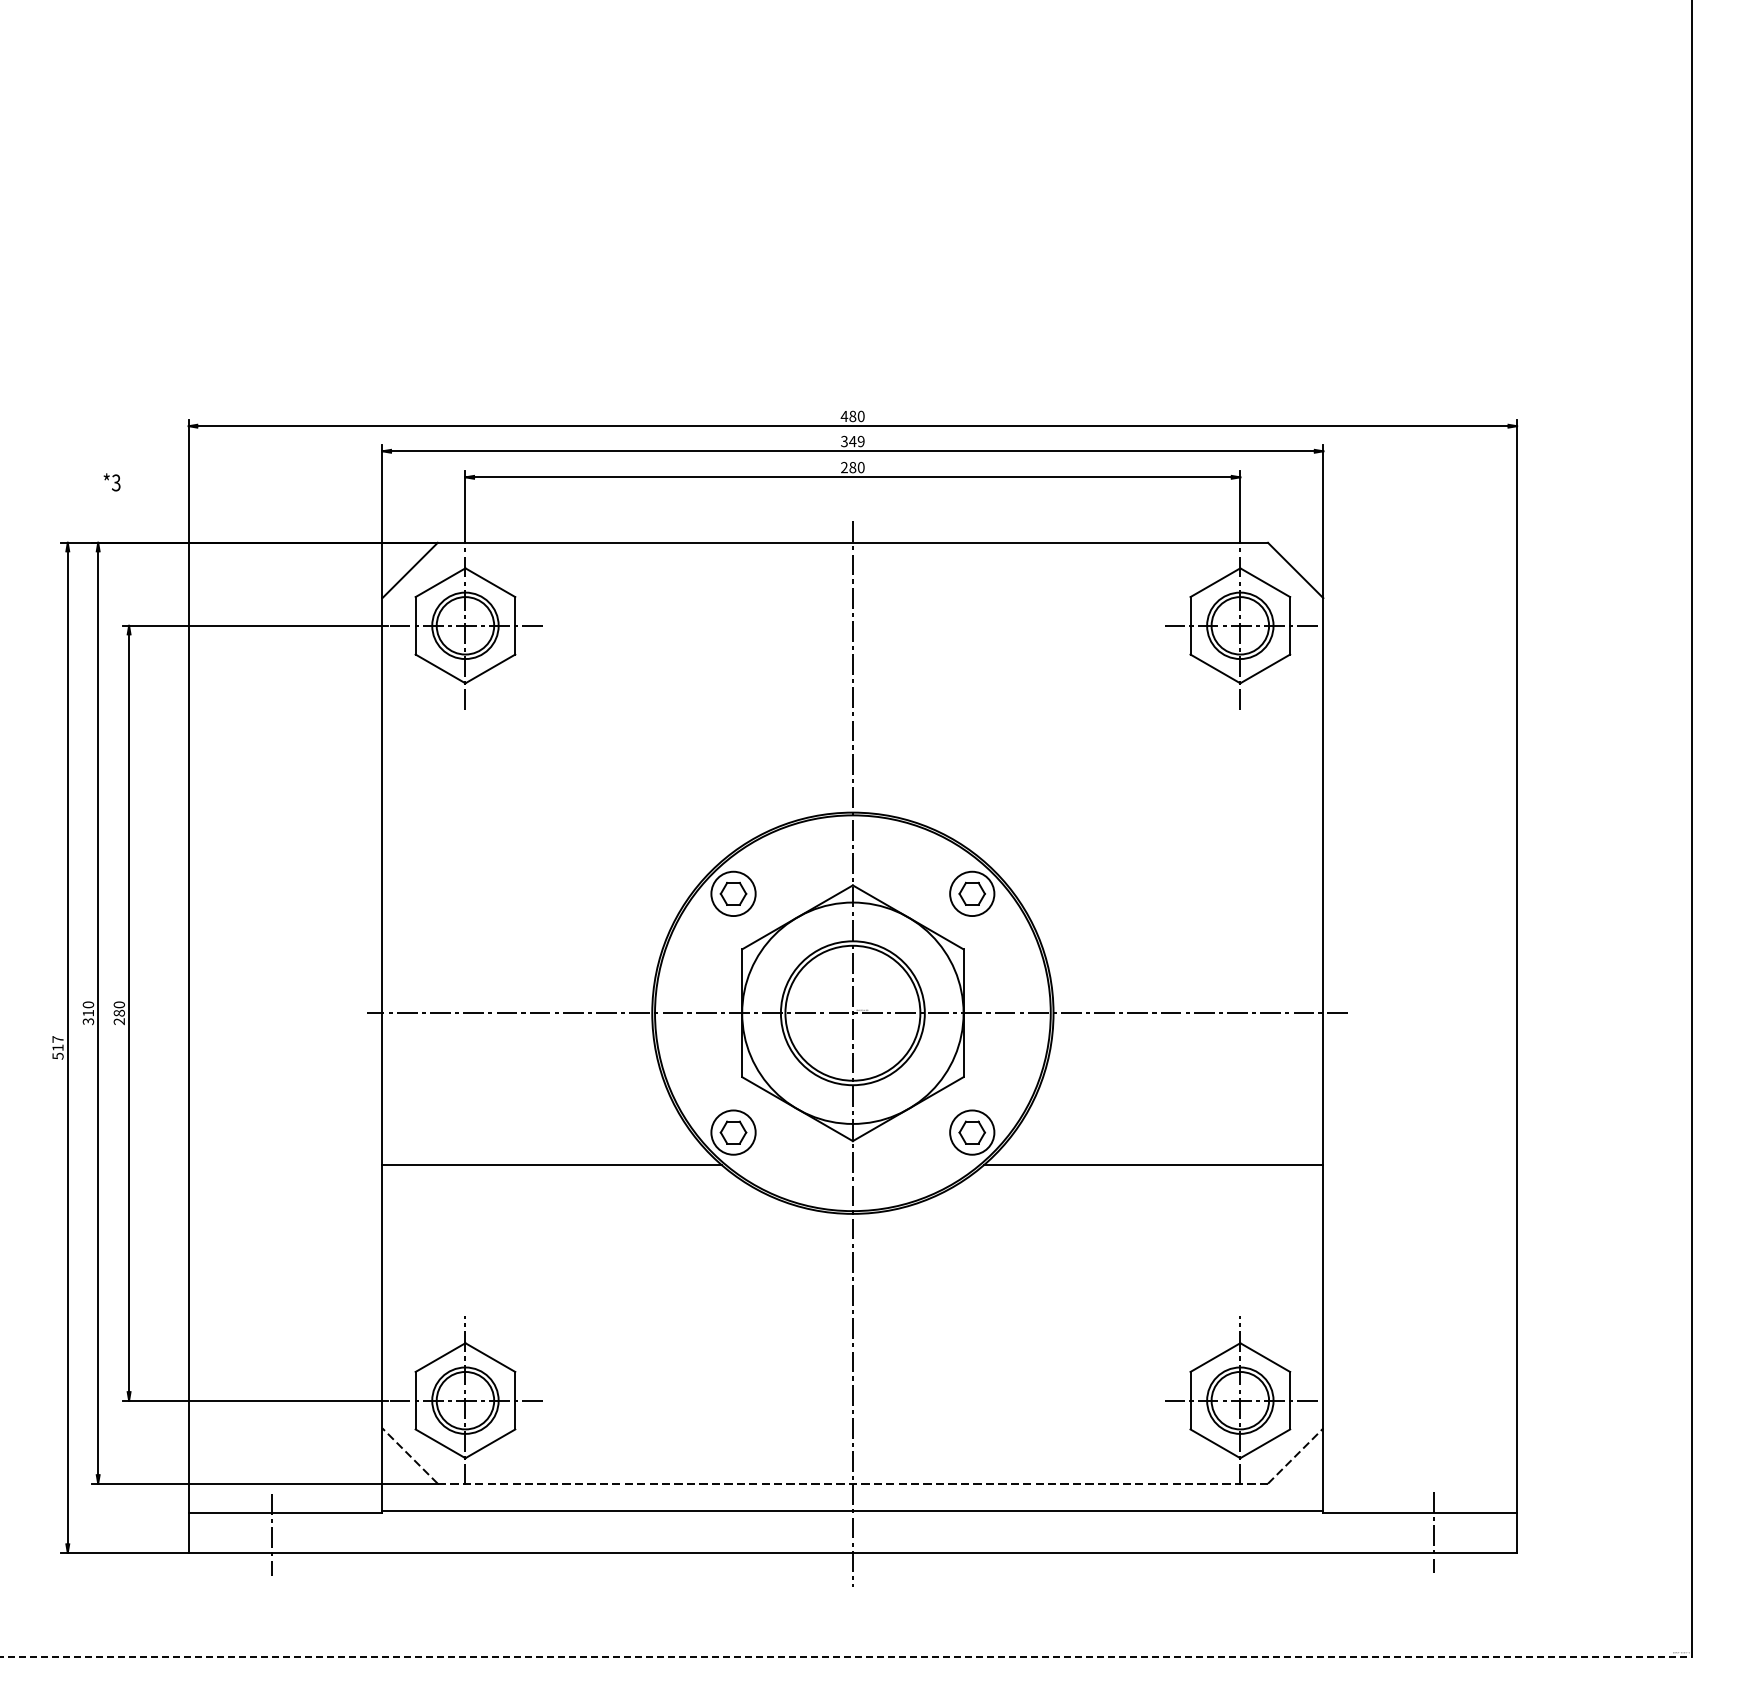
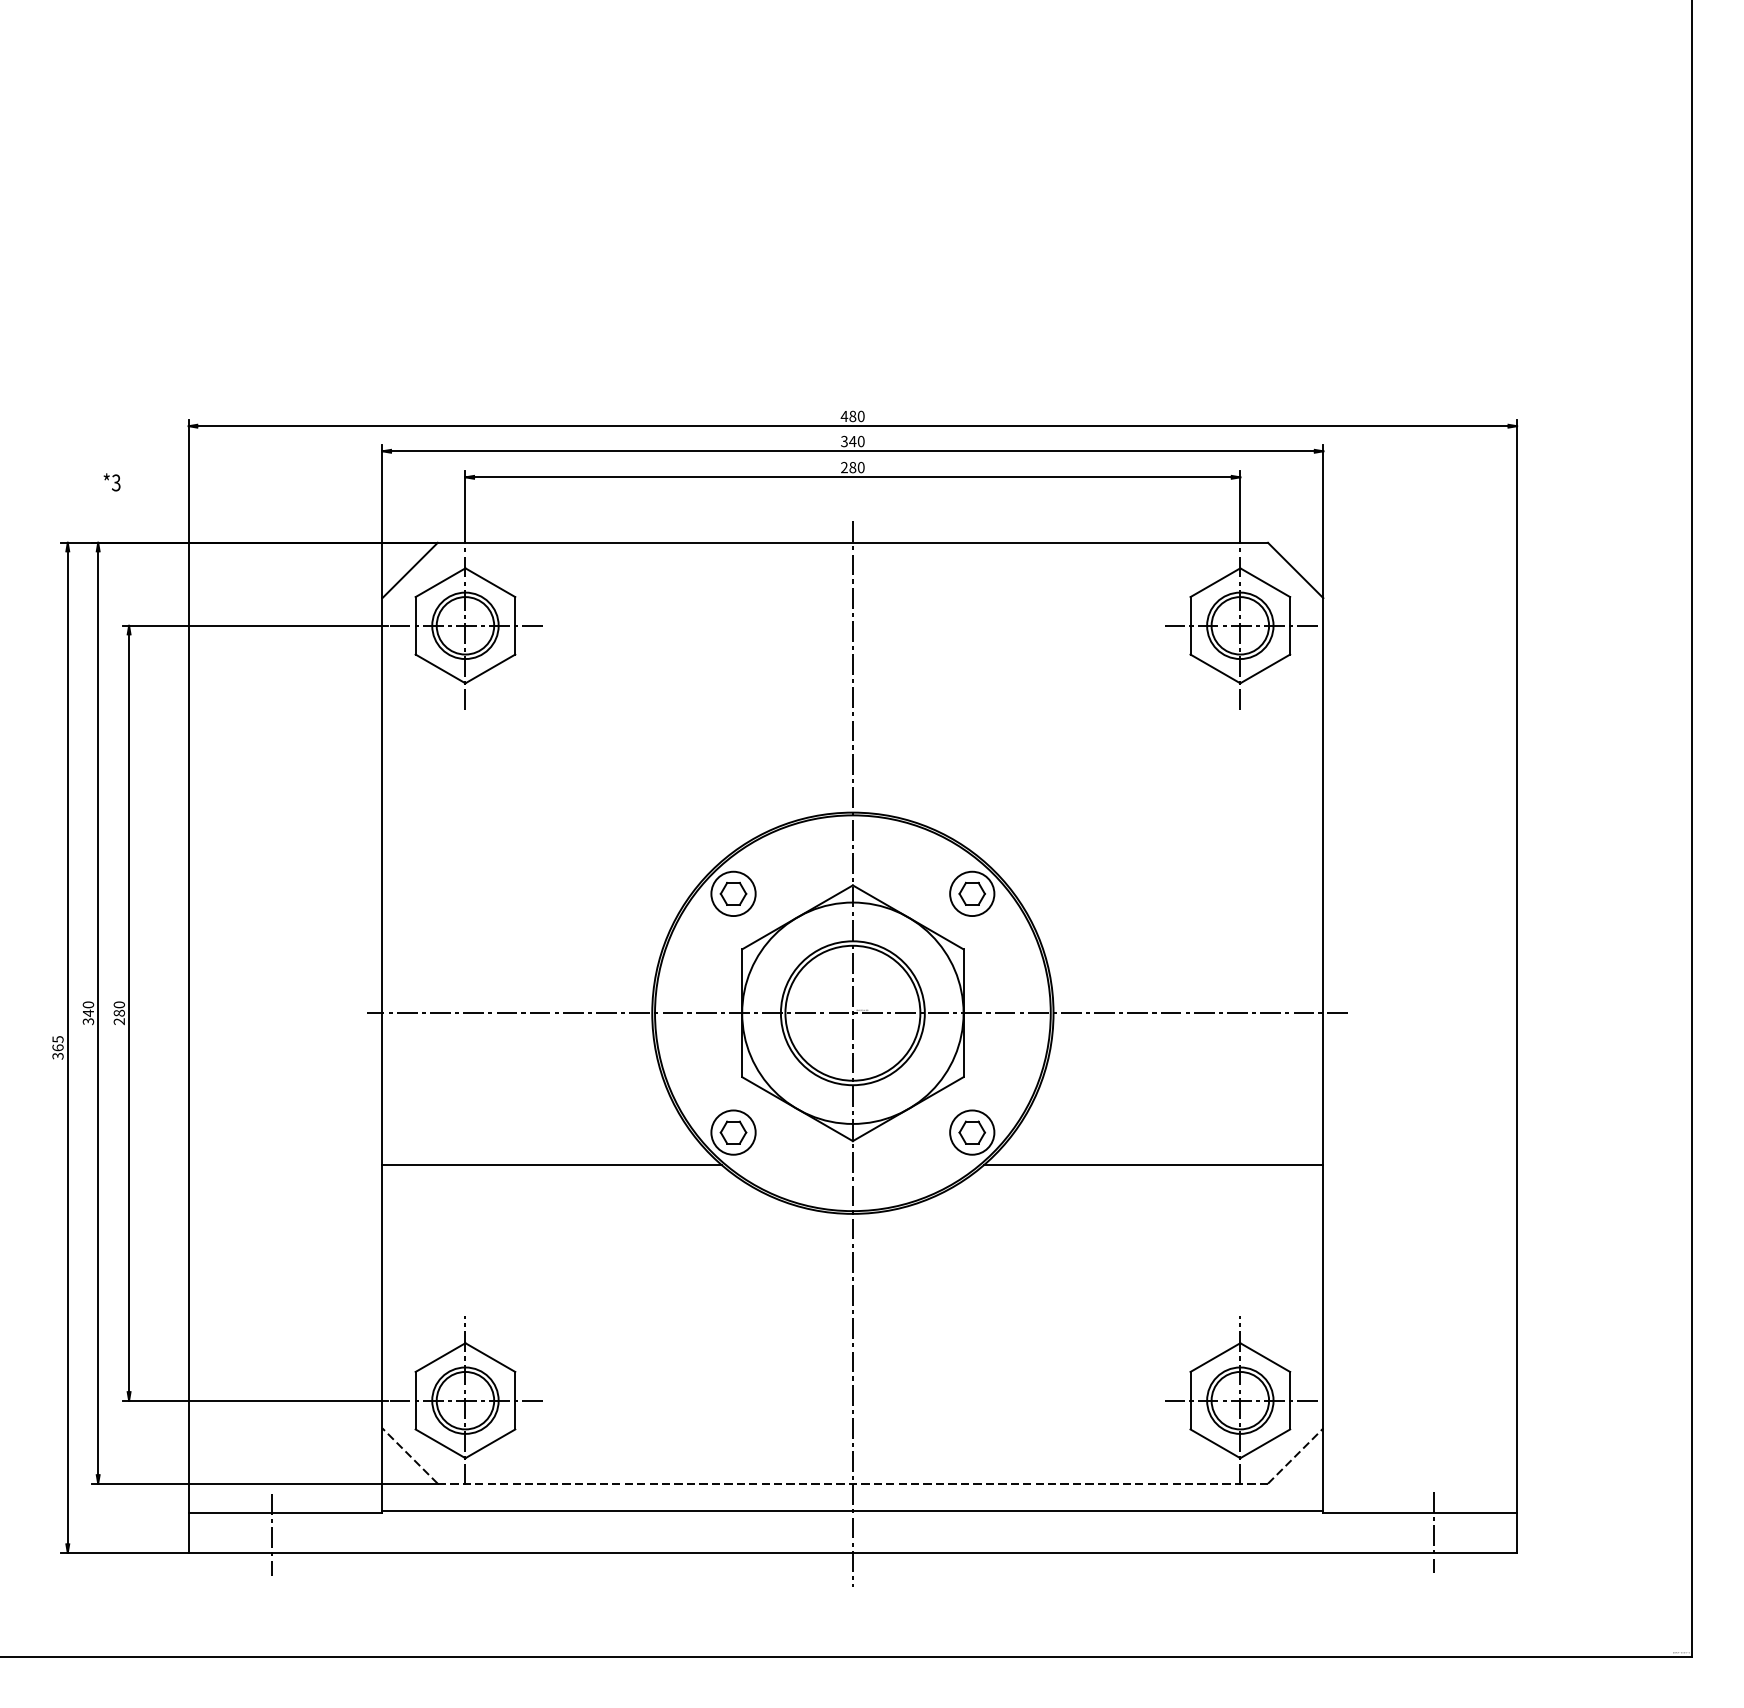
text at (860, 441): 349 -> 340
text at (88, 1013): 310 -> 340
text at (57, 1047): 517 -> 365
line at (846, 1656): dashed -> solid
